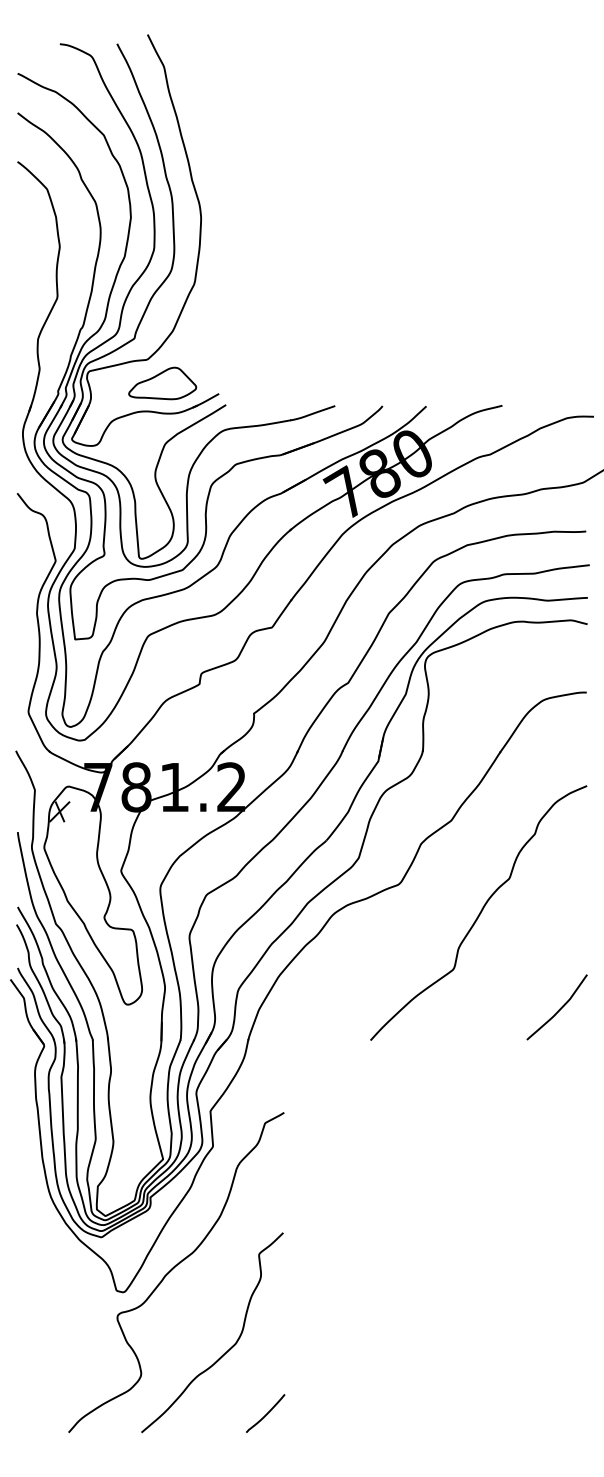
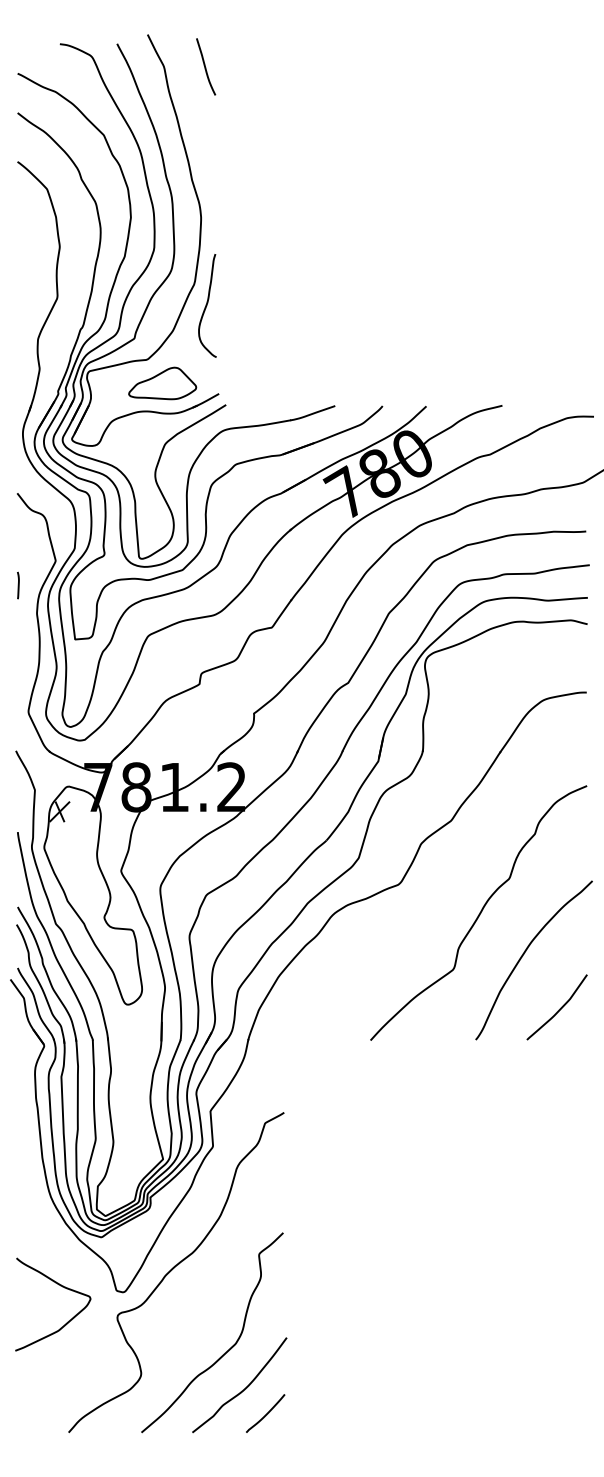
curve at (205, 66): none -> present
curve at (207, 305): none -> present
line at (18, 585): none -> present
curve at (523, 956): none -> present
curve at (62, 1287): none -> present
curve at (241, 1390): none -> present
